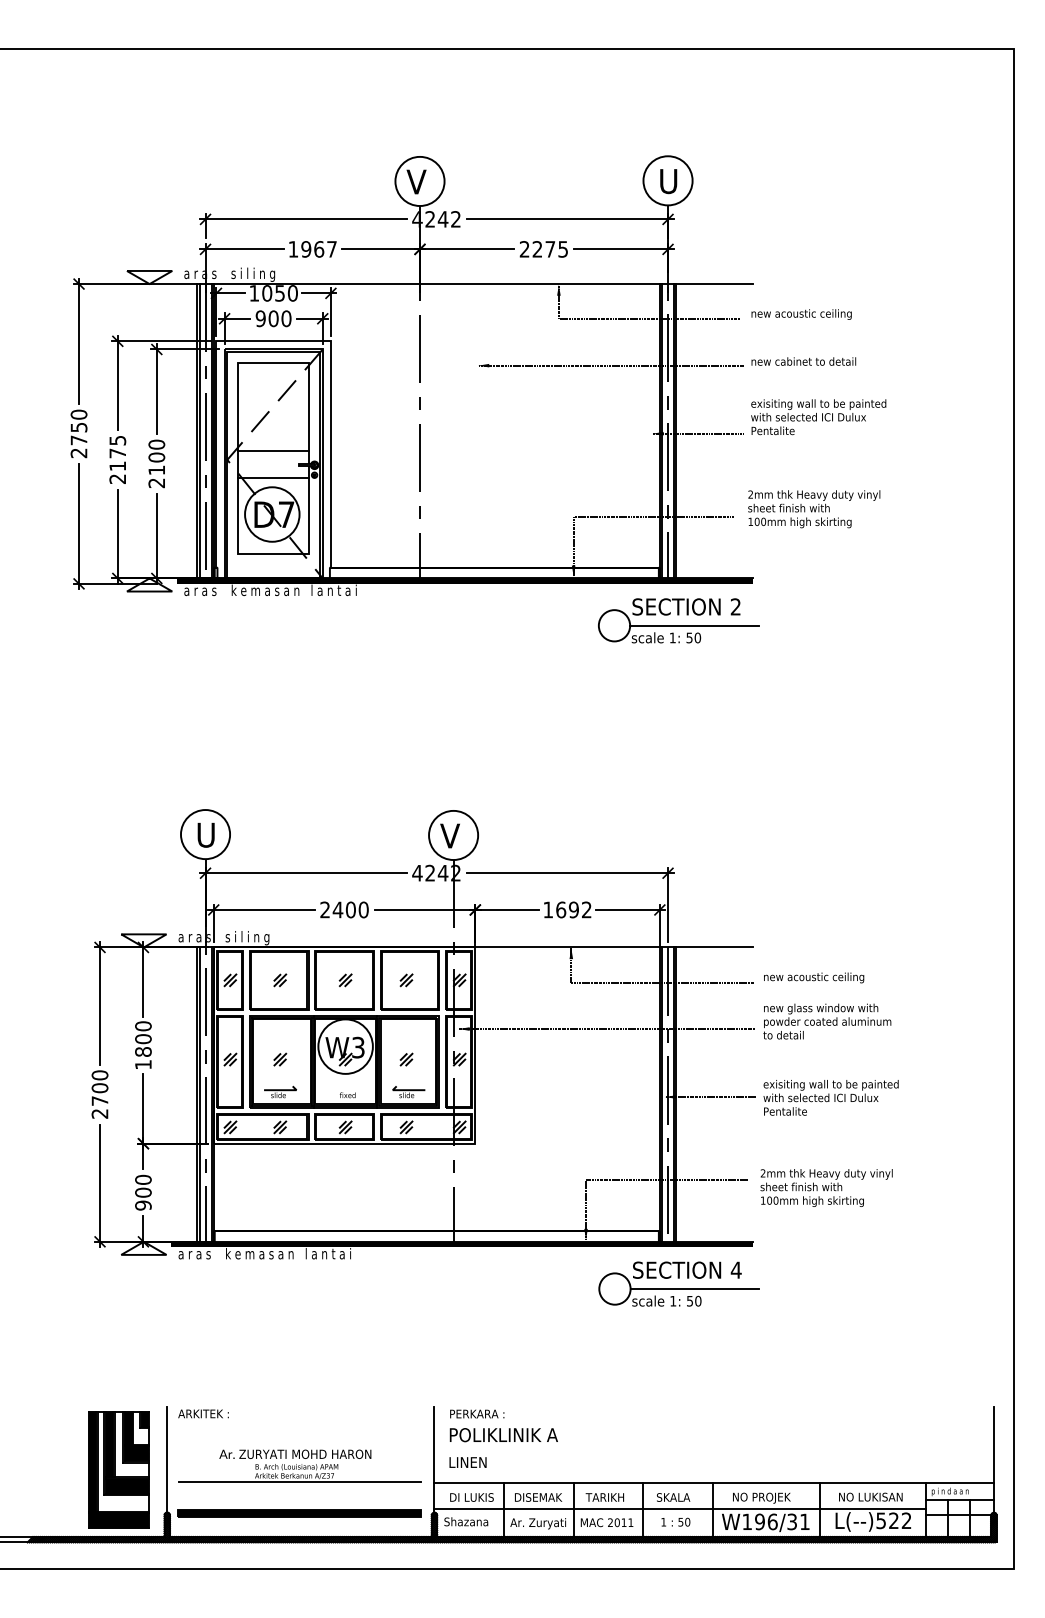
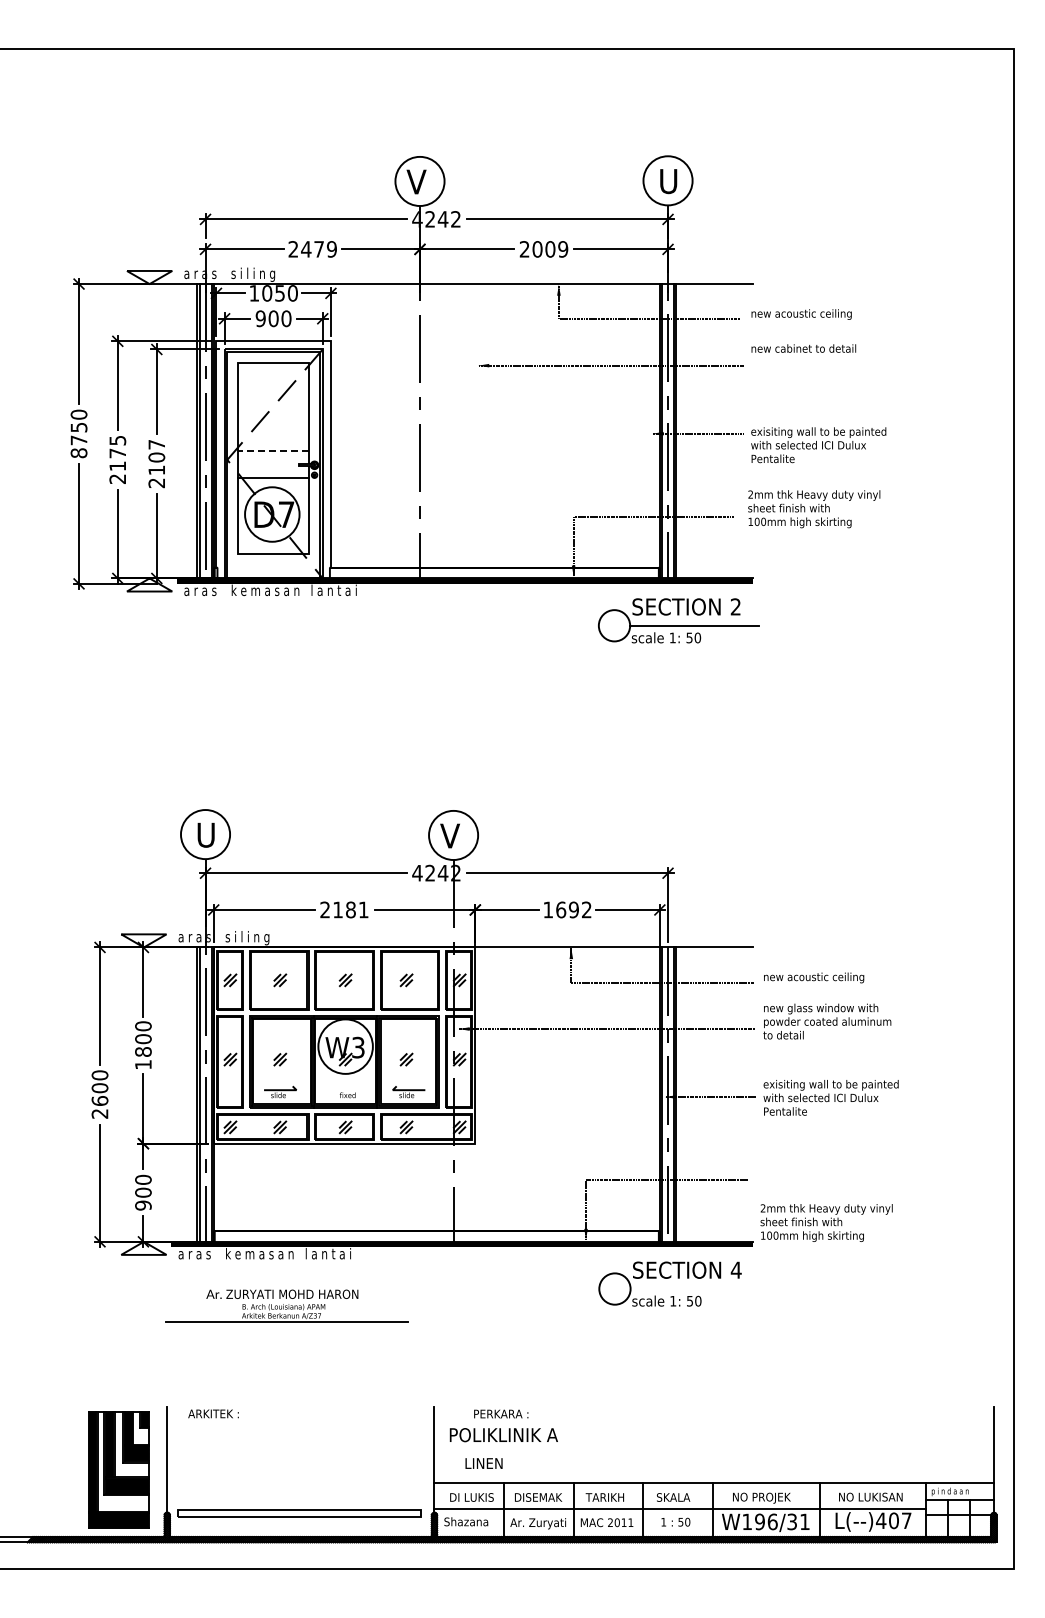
text at (312, 249): 1967 -> 2479
text at (550, 249): 2275 -> 2009
text at (803, 361) position: (803, 361) -> (803, 348)
text at (818, 417) position: (818, 417) -> (818, 445)
text at (156, 444): 2100 -> 2107
line at (273, 450): solid -> dashed
text at (78, 453): 2750 -> 8750
text at (350, 909): 2400 -> 2181
text at (99, 1100): 2700 -> 2600
text at (826, 1187) position: (826, 1187) -> (826, 1222)
line at (694, 1289): present -> none
text at (203, 1413) position: (203, 1413) -> (213, 1413)
text at (477, 1413) position: (477, 1413) -> (501, 1413)
text at (467, 1462) position: (467, 1462) -> (483, 1463)
part at (299, 1465) position: (299, 1465) -> (286, 1305)
fill at (299, 1513): present -> none
text at (893, 1520): L(--)522 -> L(--)407
